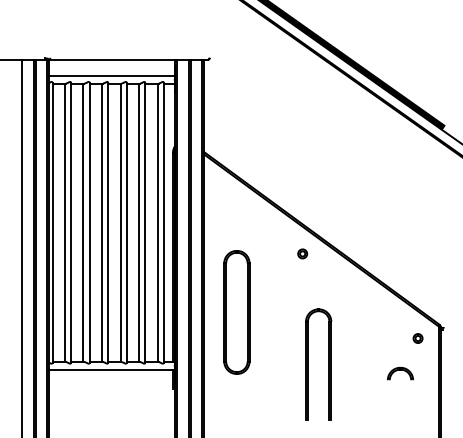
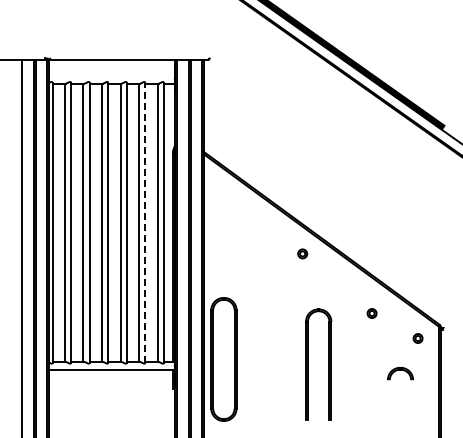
line at (111, 75): present -> none
line at (145, 222): solid -> dashed
part at (236, 312) position: (236, 312) -> (223, 359)
part at (371, 313): none -> present
